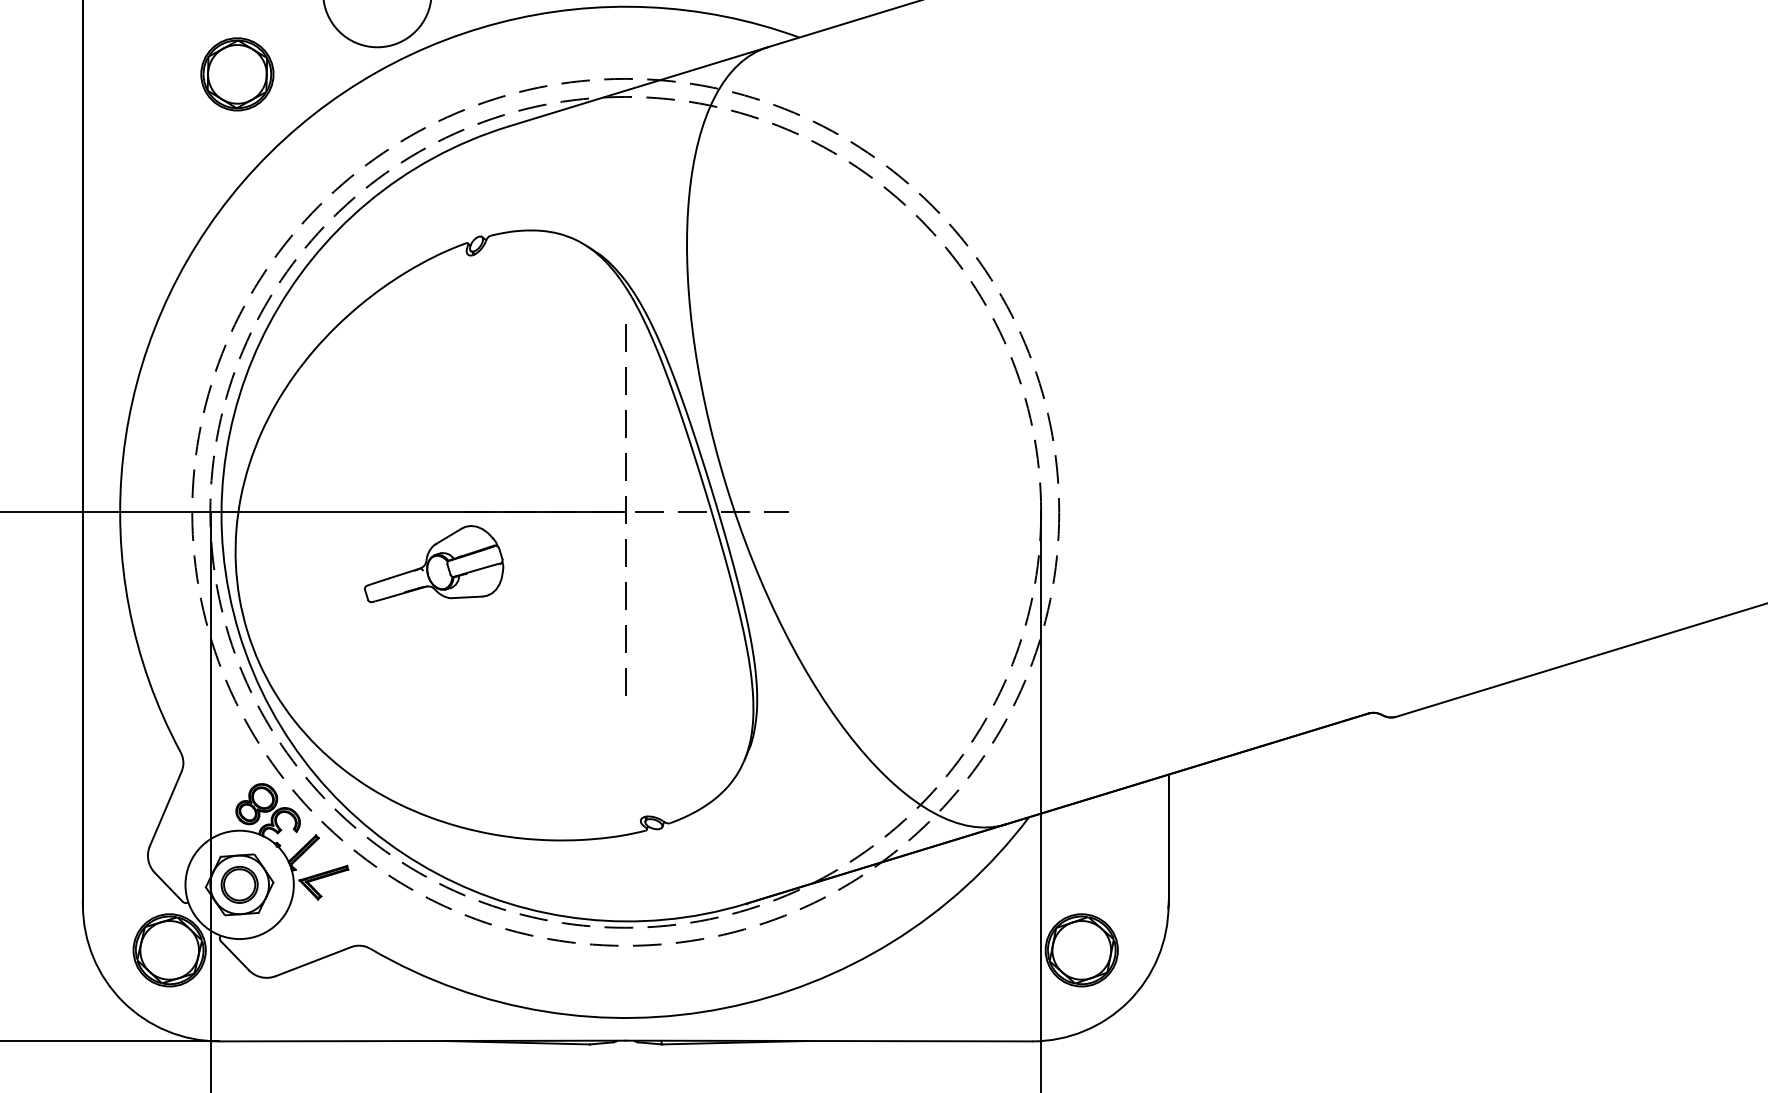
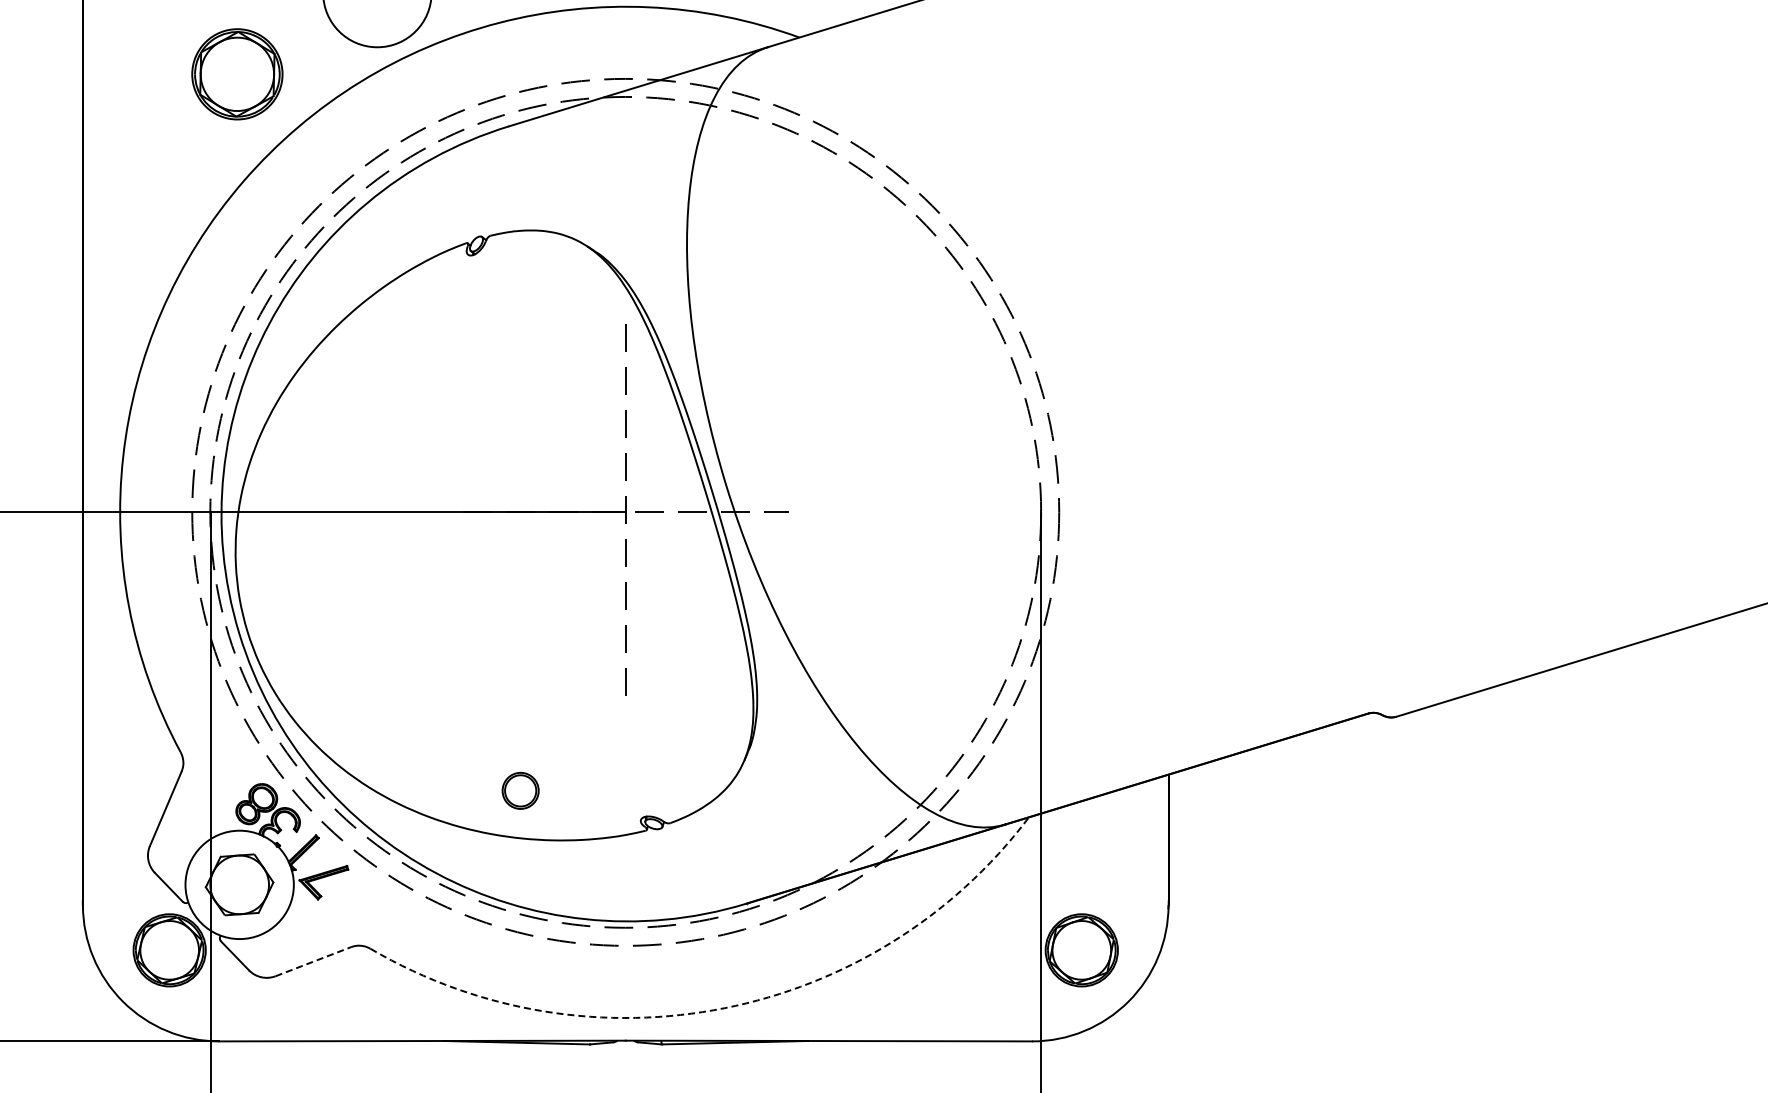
part at (237, 74) size: 75x75 px -> 93x93 px
part at (434, 564): present -> none
part at (239, 884) position: (239, 884) -> (520, 790)
line at (313, 961): solid -> dashed
arc at (724, 1008): solid -> dashed
